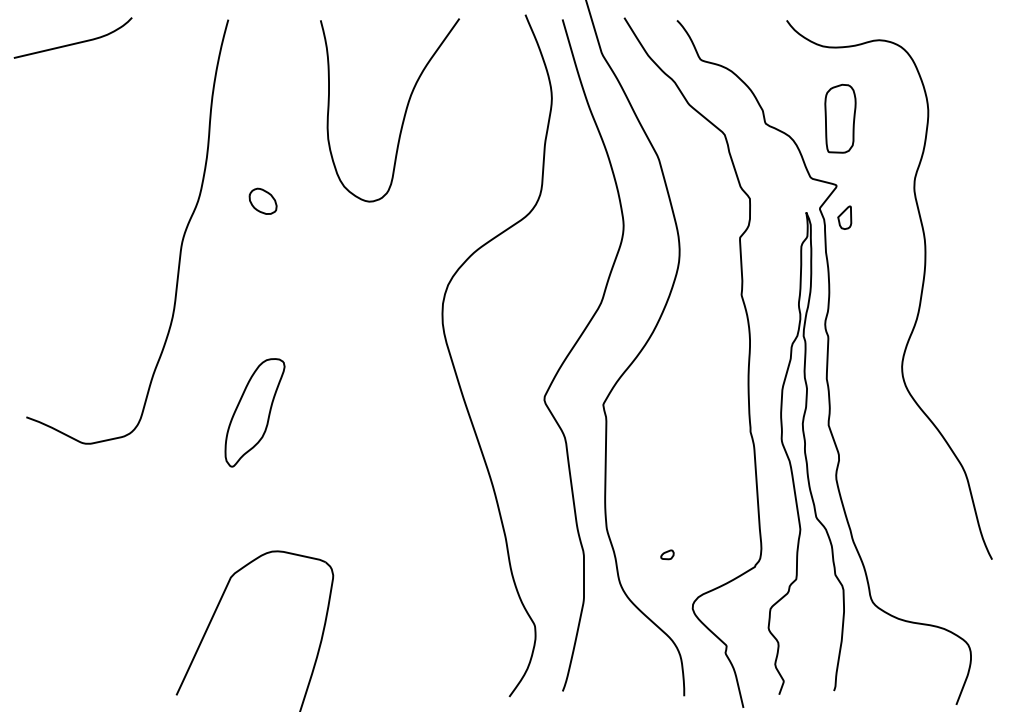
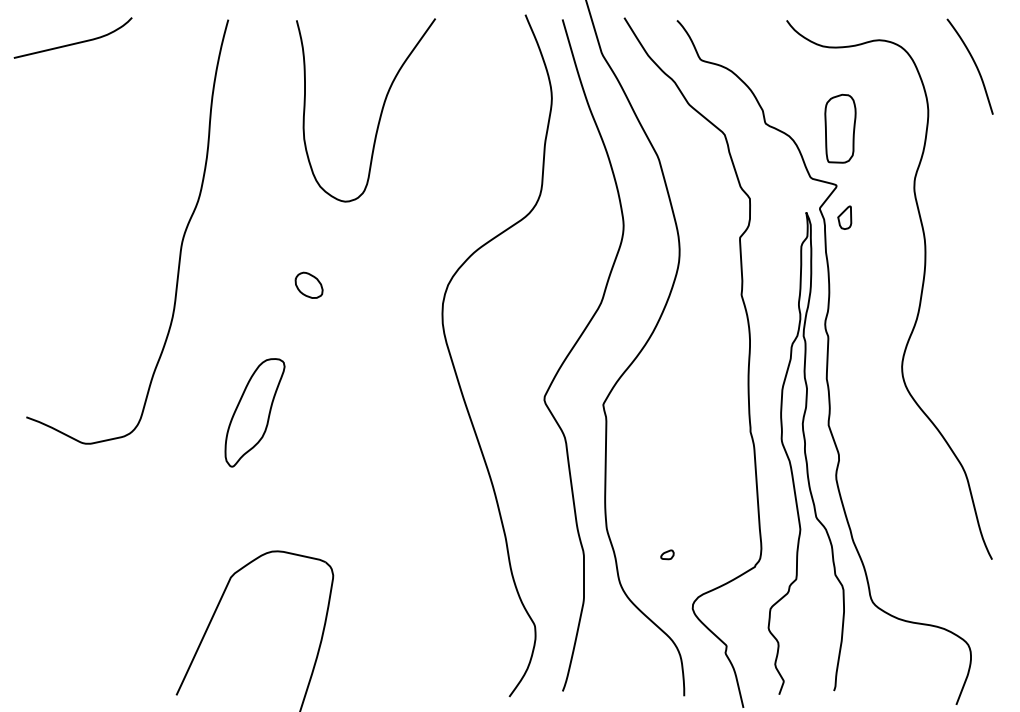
curve at (974, 64): none -> present
curve at (404, 112) position: (404, 112) -> (380, 112)
part at (840, 118) position: (840, 118) -> (840, 128)
part at (262, 200) position: (262, 200) -> (308, 284)
